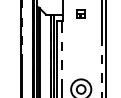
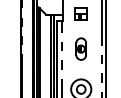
part at (80, 13) size: 10x10 px -> 14x14 px
part at (80, 48): none -> present
